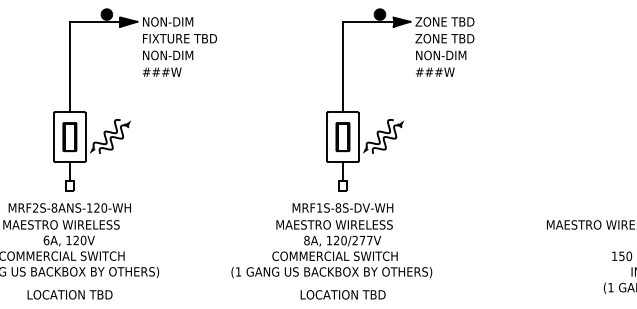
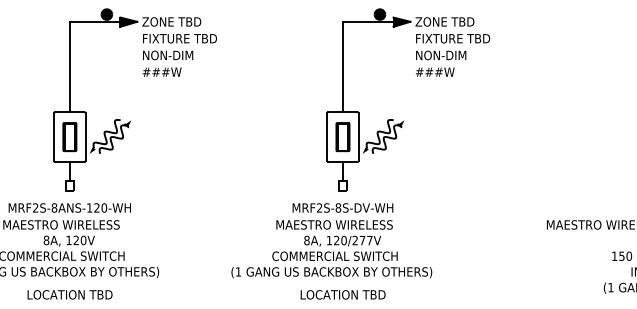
text at (171, 21): NON-DIM -> ZONE TBD
text at (452, 38): ZONE TBD -> FIXTURE TBD
text at (319, 207): MRF1S-8S-DV-WH -> MRF2S-8S-DV-WH
text at (46, 239): 6A, -> 8A,
